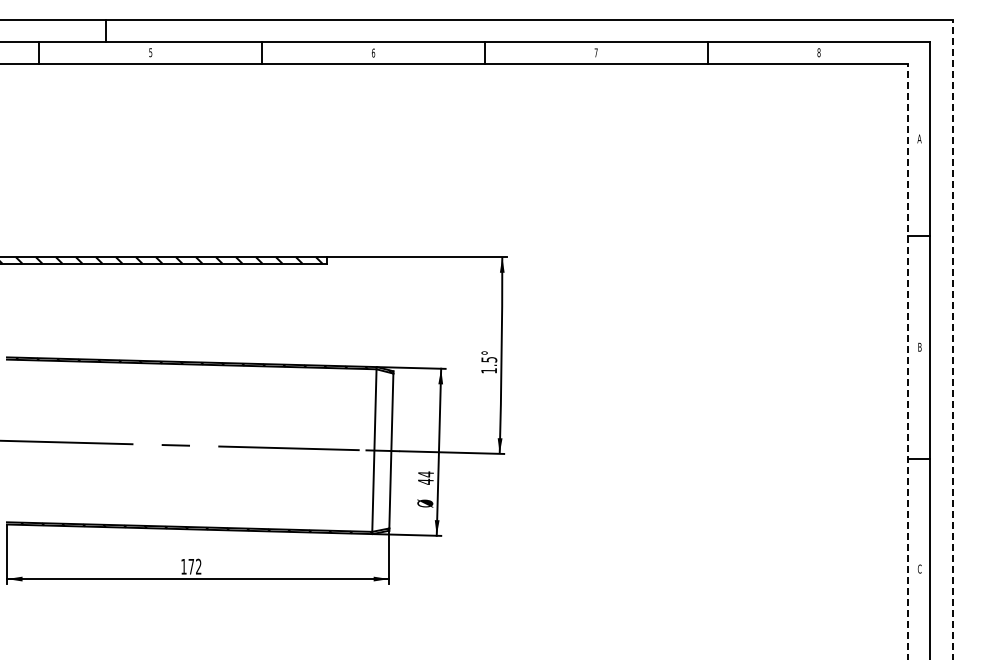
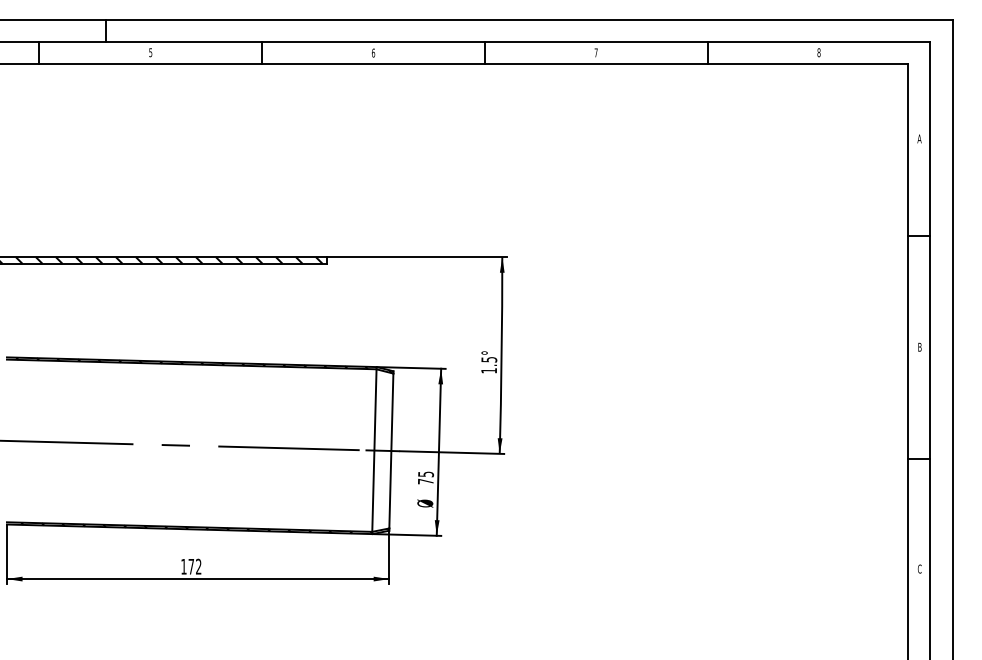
line at (952, 339): dashed -> solid
line at (907, 361): dashed -> solid
text at (425, 477): 44 -> 75
